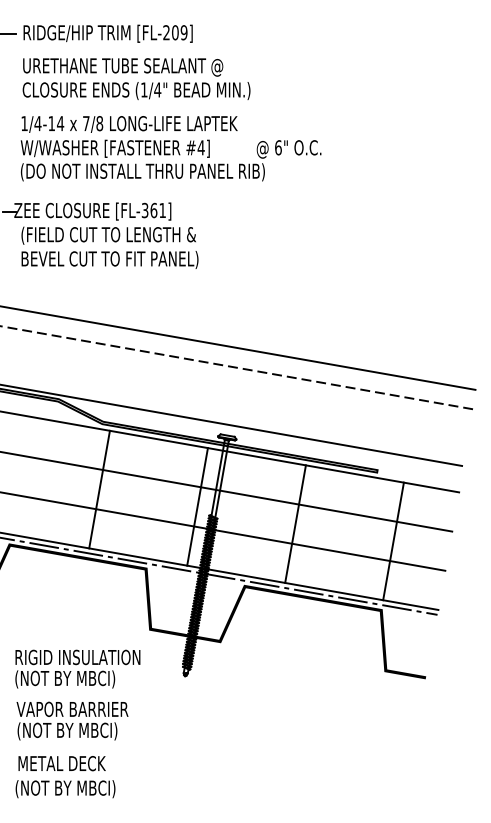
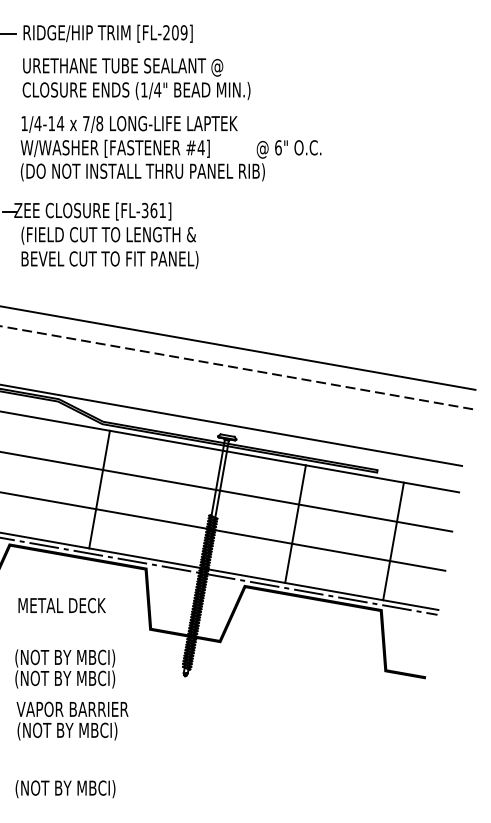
line at (197, 506): present -> none
text at (77, 658): RIGID INSULATION -> (NOT BY MBCI)
text at (61, 763) position: (61, 763) -> (61, 605)
